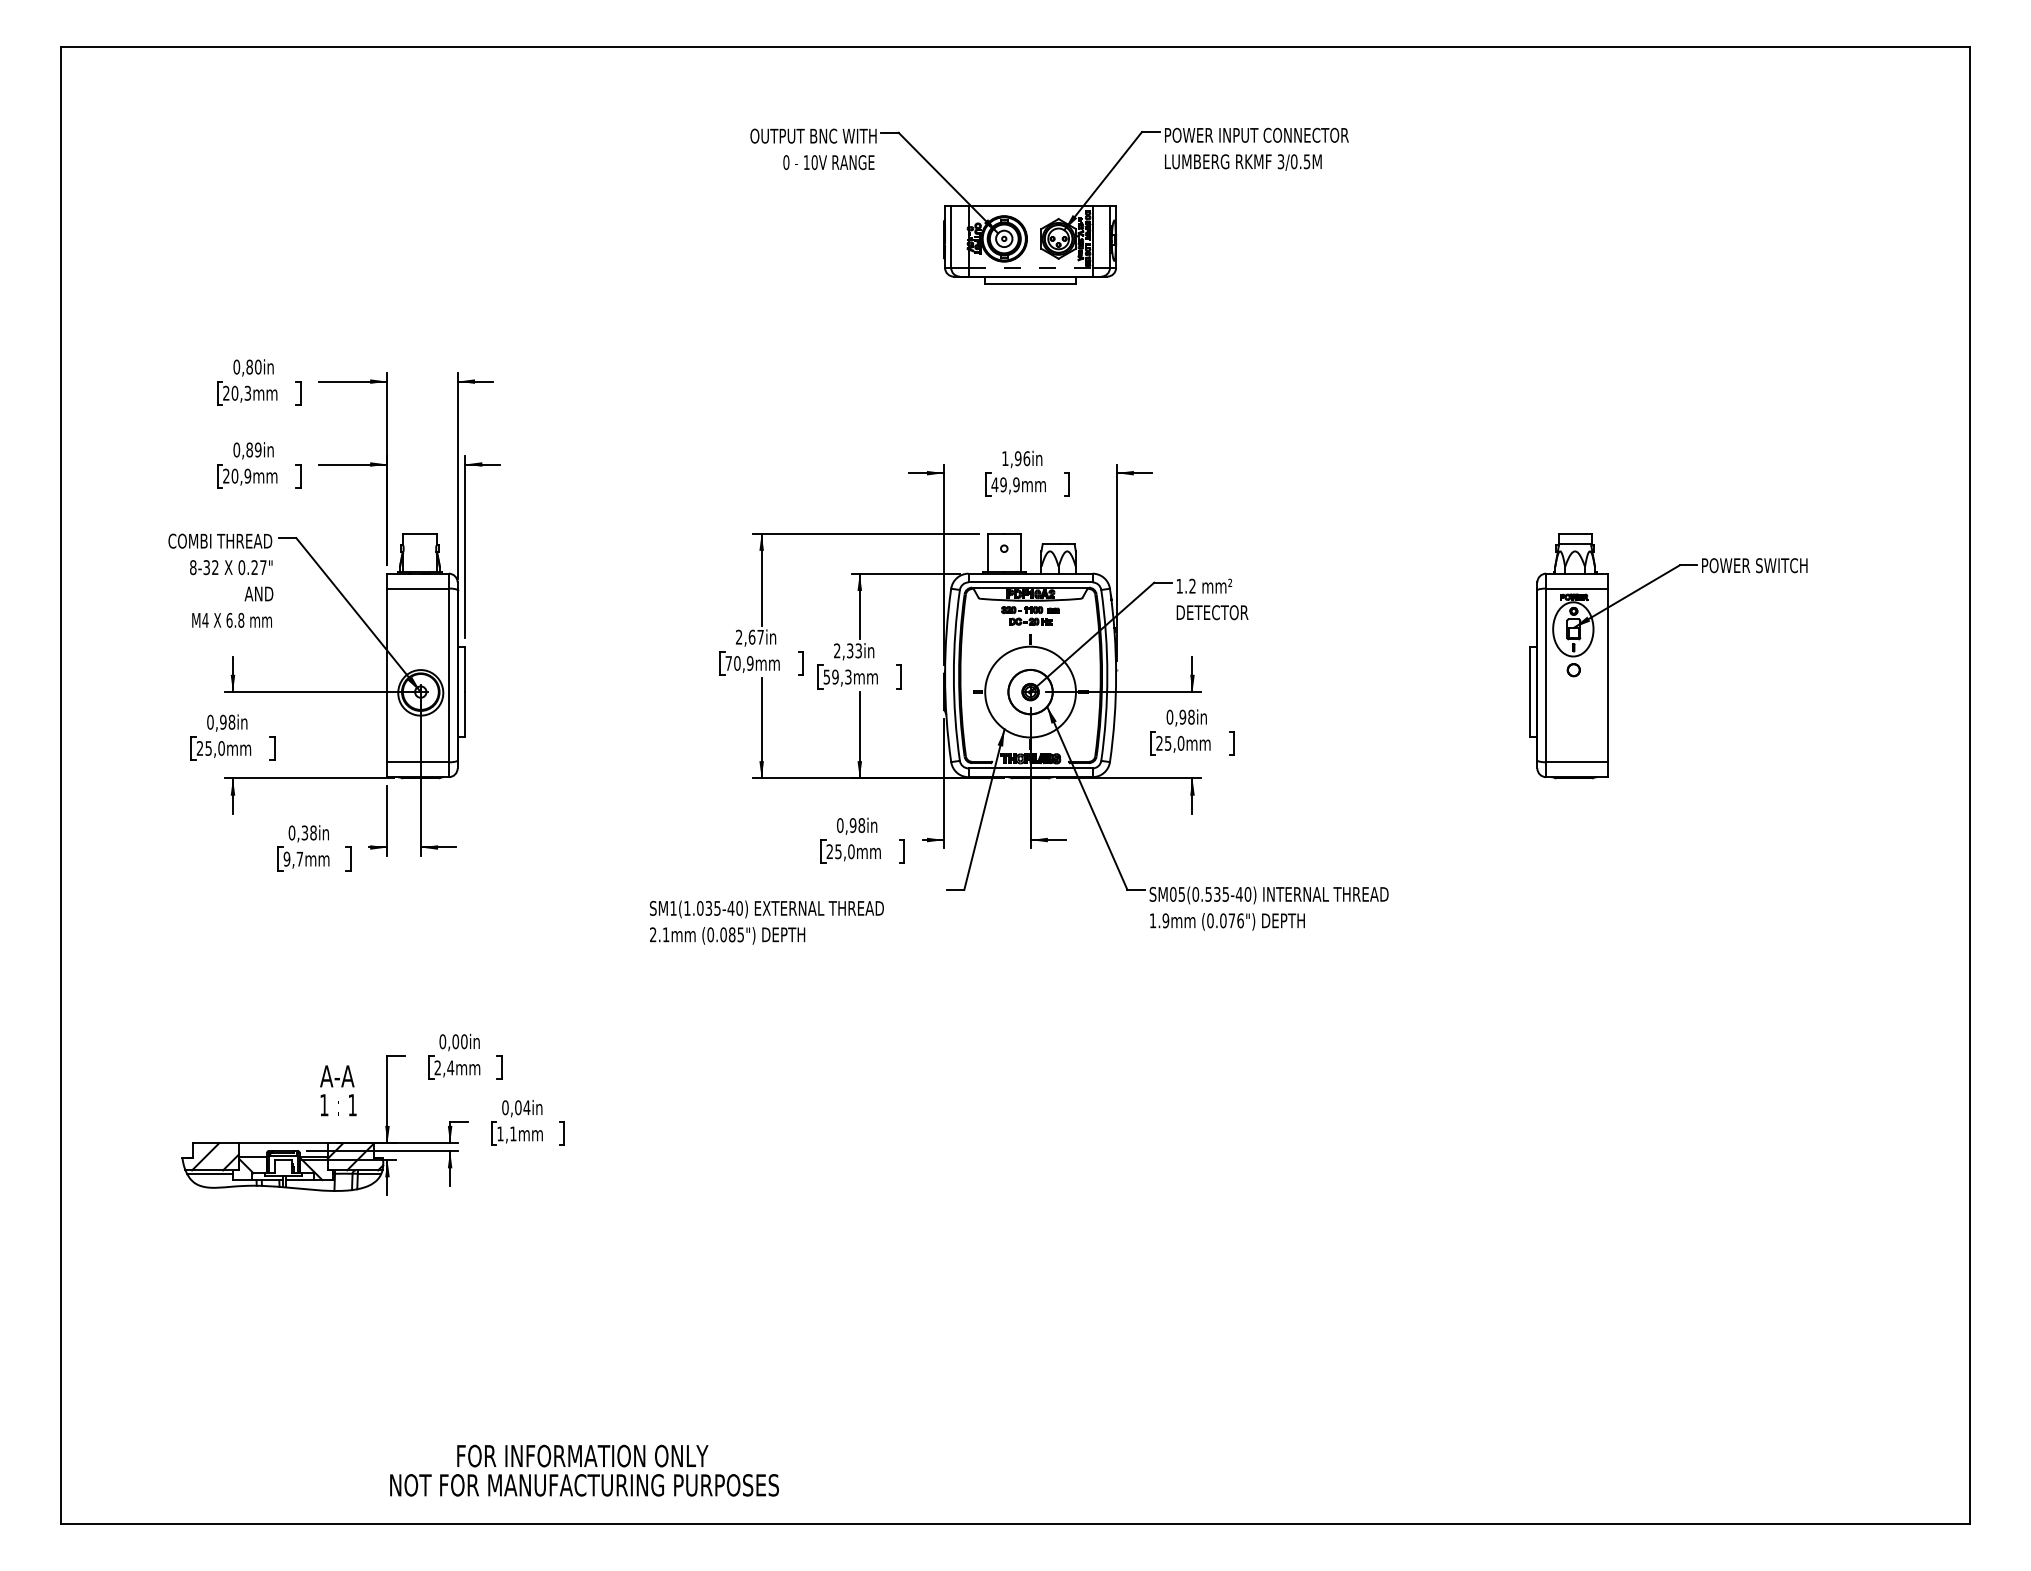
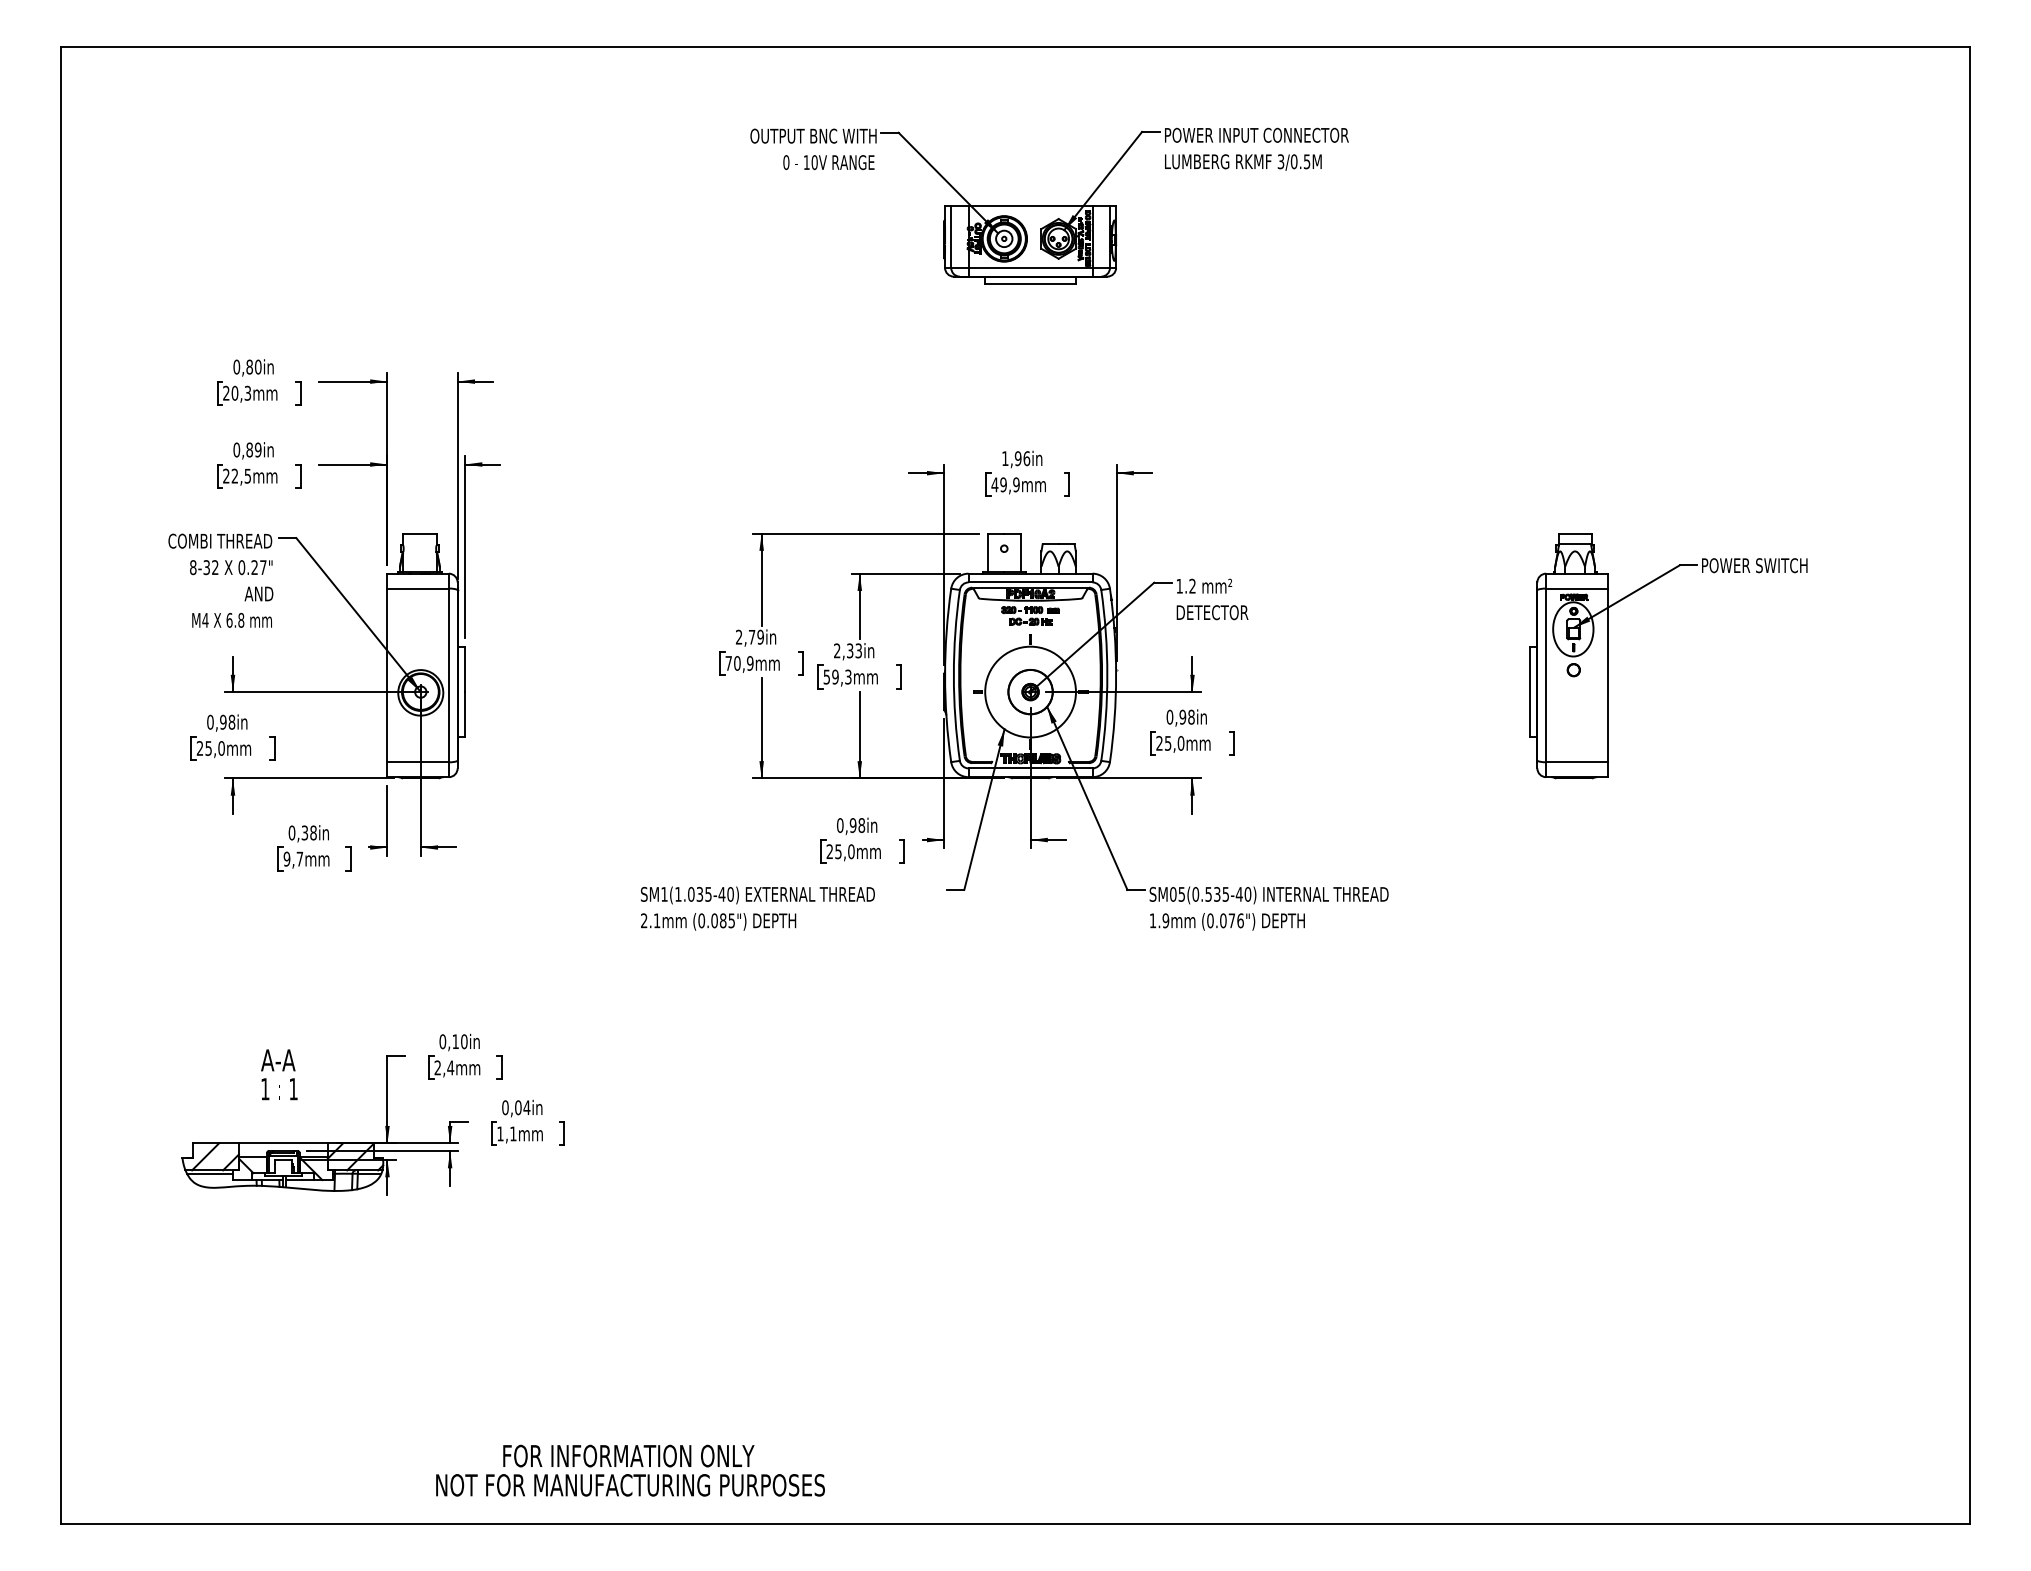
line at (1030, 267): dashed -> solid
text at (241, 475): 20,9mm -> 22,5mm
text at (755, 636): 2,67in -> 2,79in
text at (766, 922) position: (766, 922) -> (757, 908)
text at (455, 1041): 0,00in -> 0,10in
text at (338, 1090) position: (338, 1090) -> (279, 1074)
text at (584, 1470) position: (584, 1470) -> (630, 1470)
